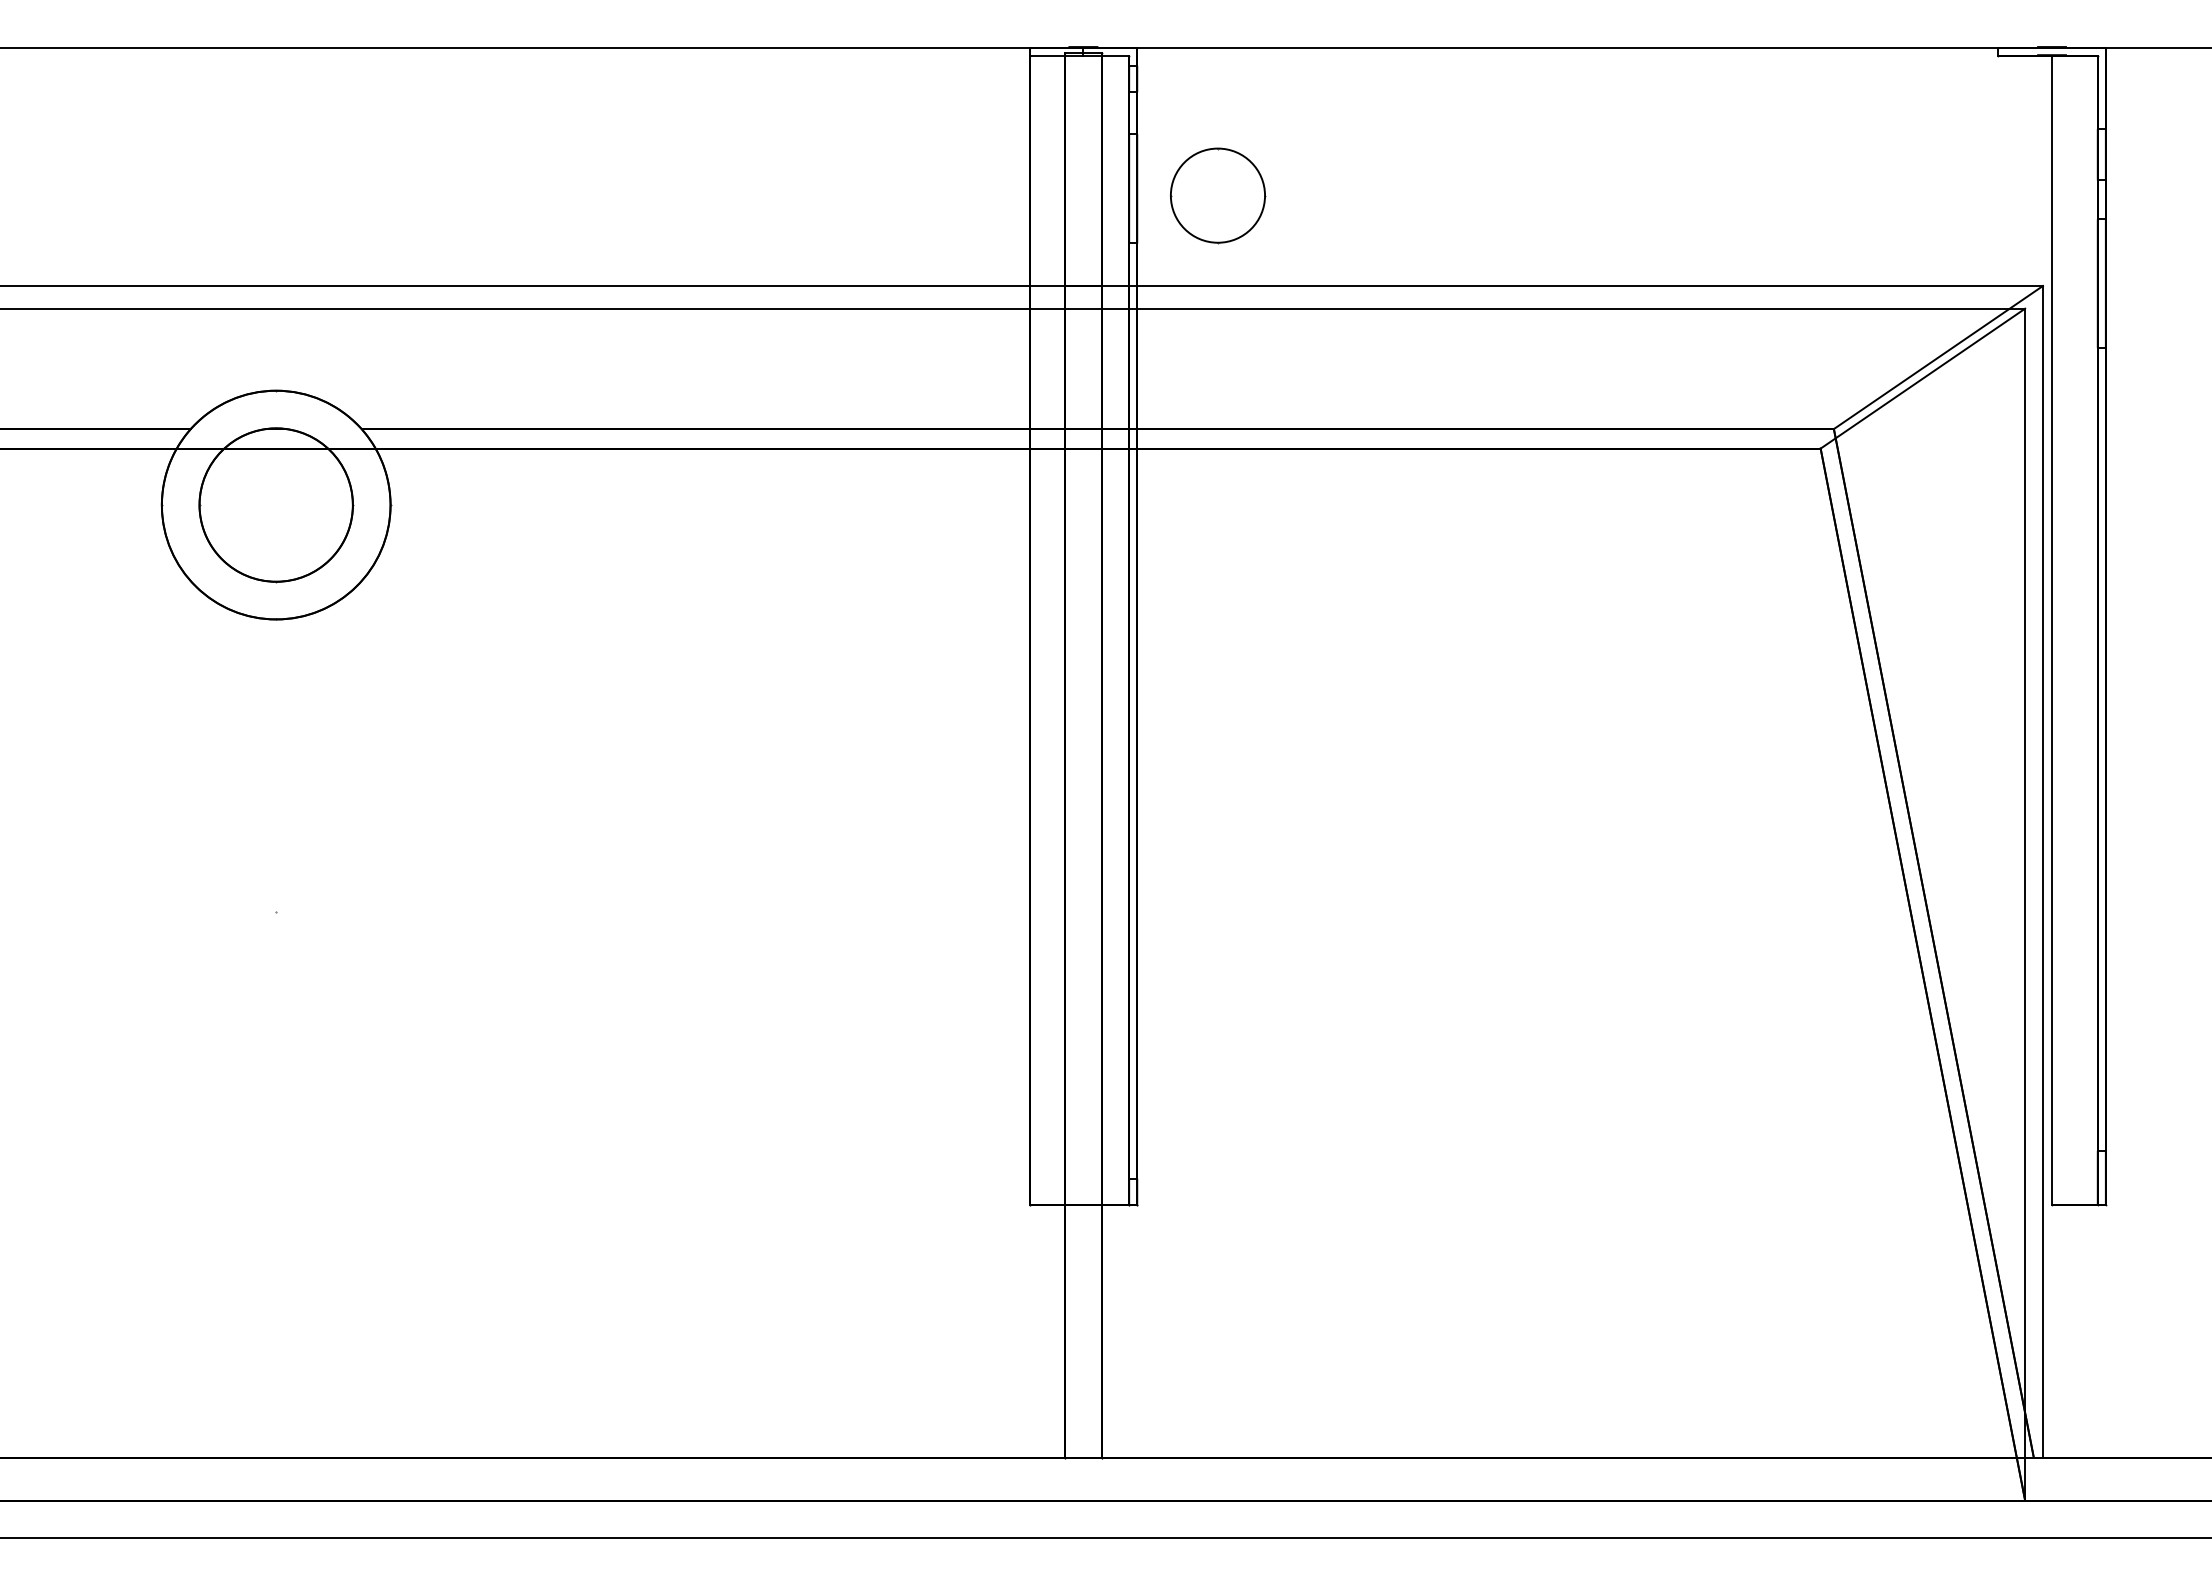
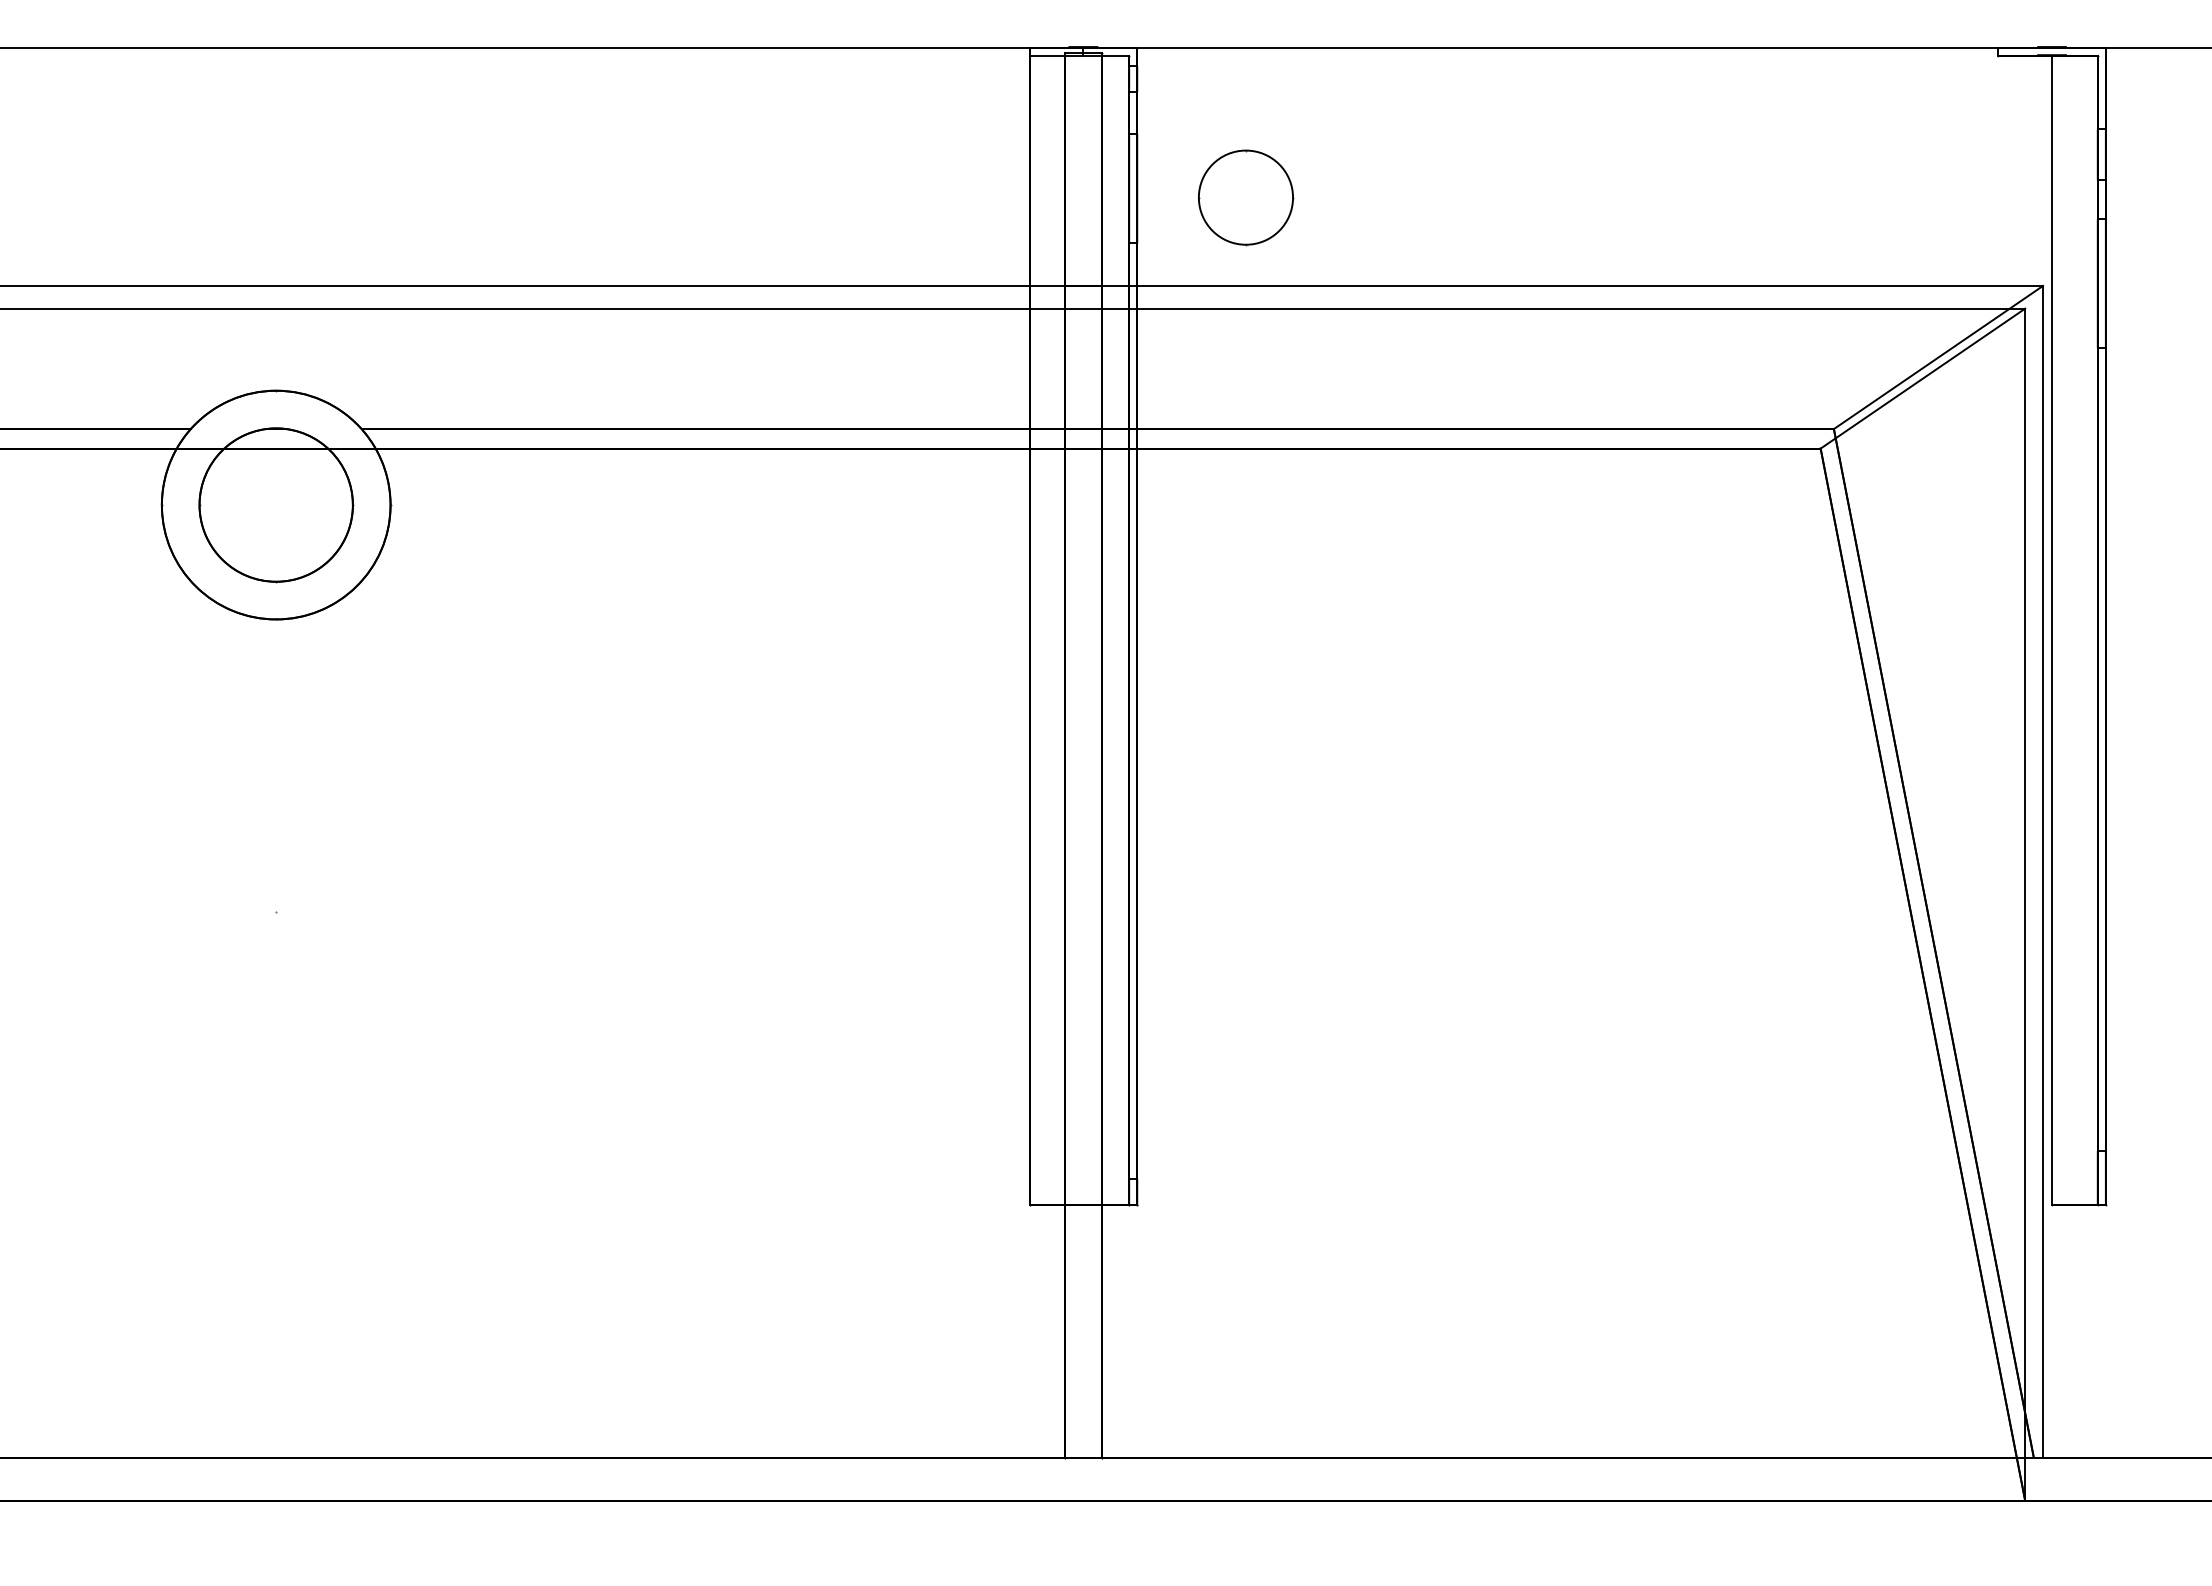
part at (1218, 195) position: (1218, 195) -> (1246, 197)
line at (1105, 1538): present -> none
